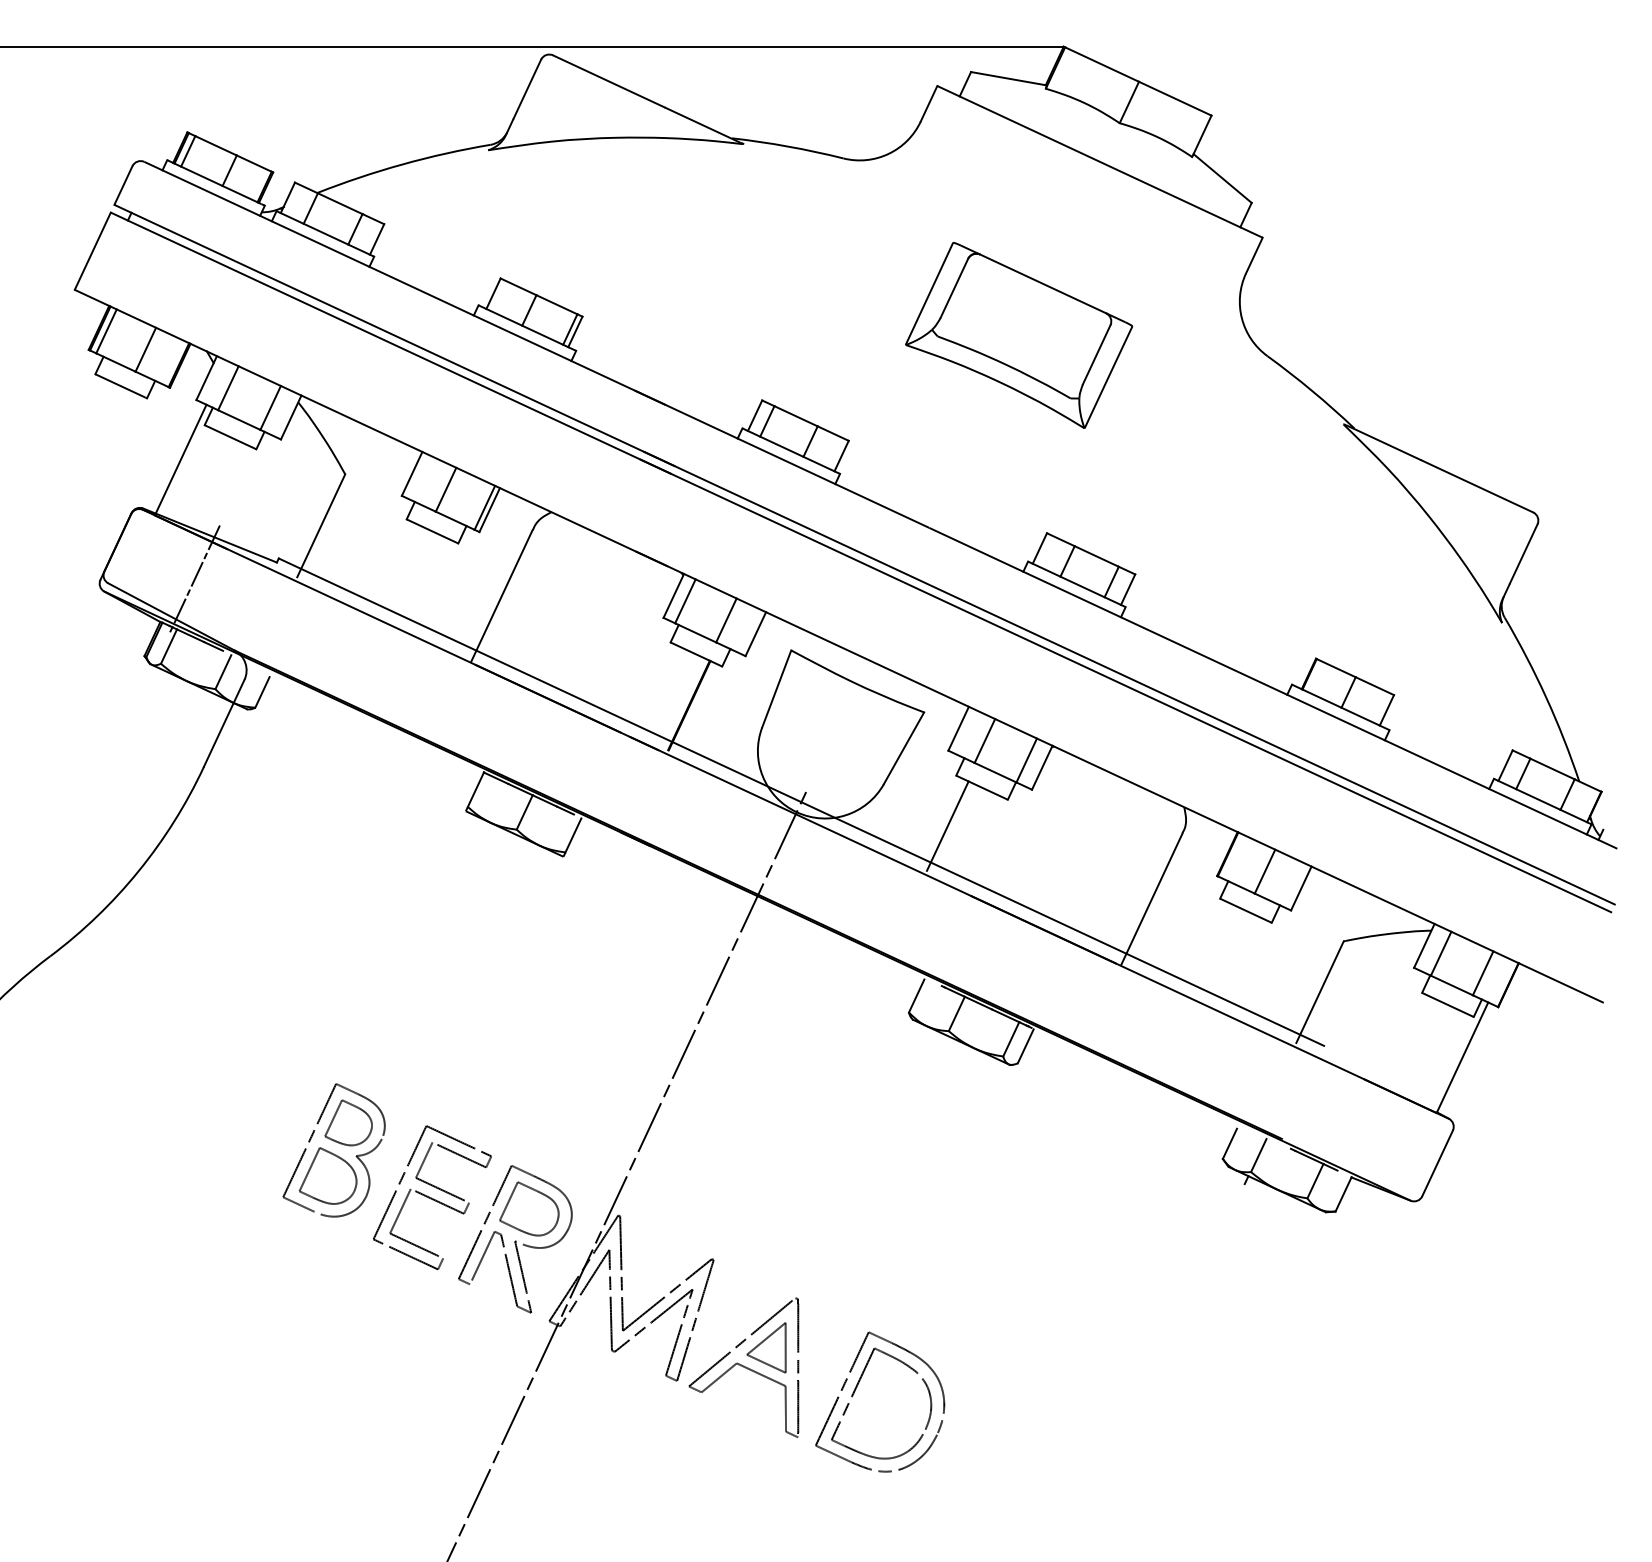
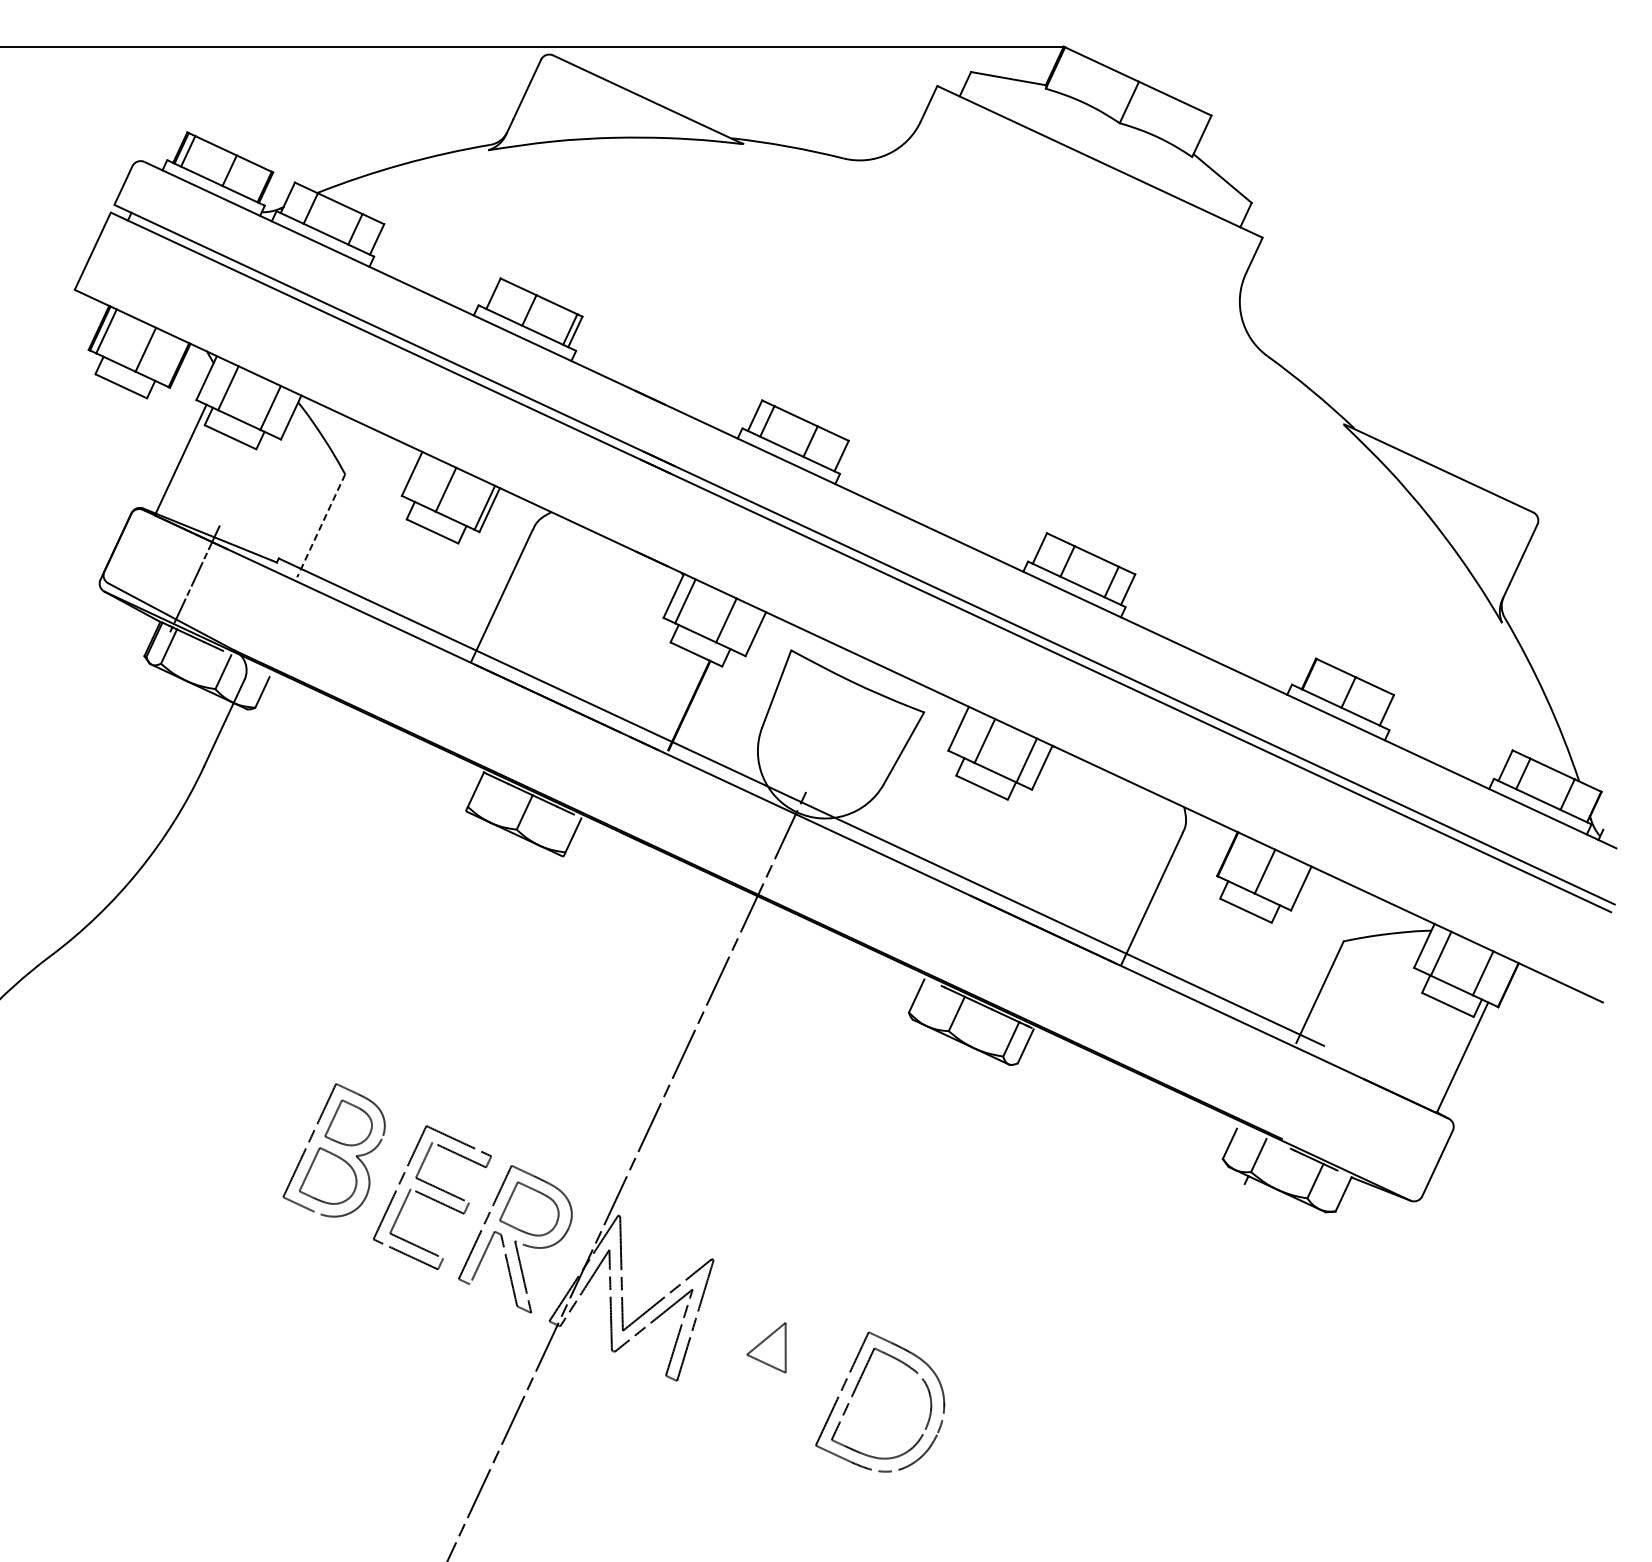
part at (1019, 334): present -> none
line at (321, 525): solid -> dashed
line at (947, 825): present -> none
part at (743, 1367): present -> none
